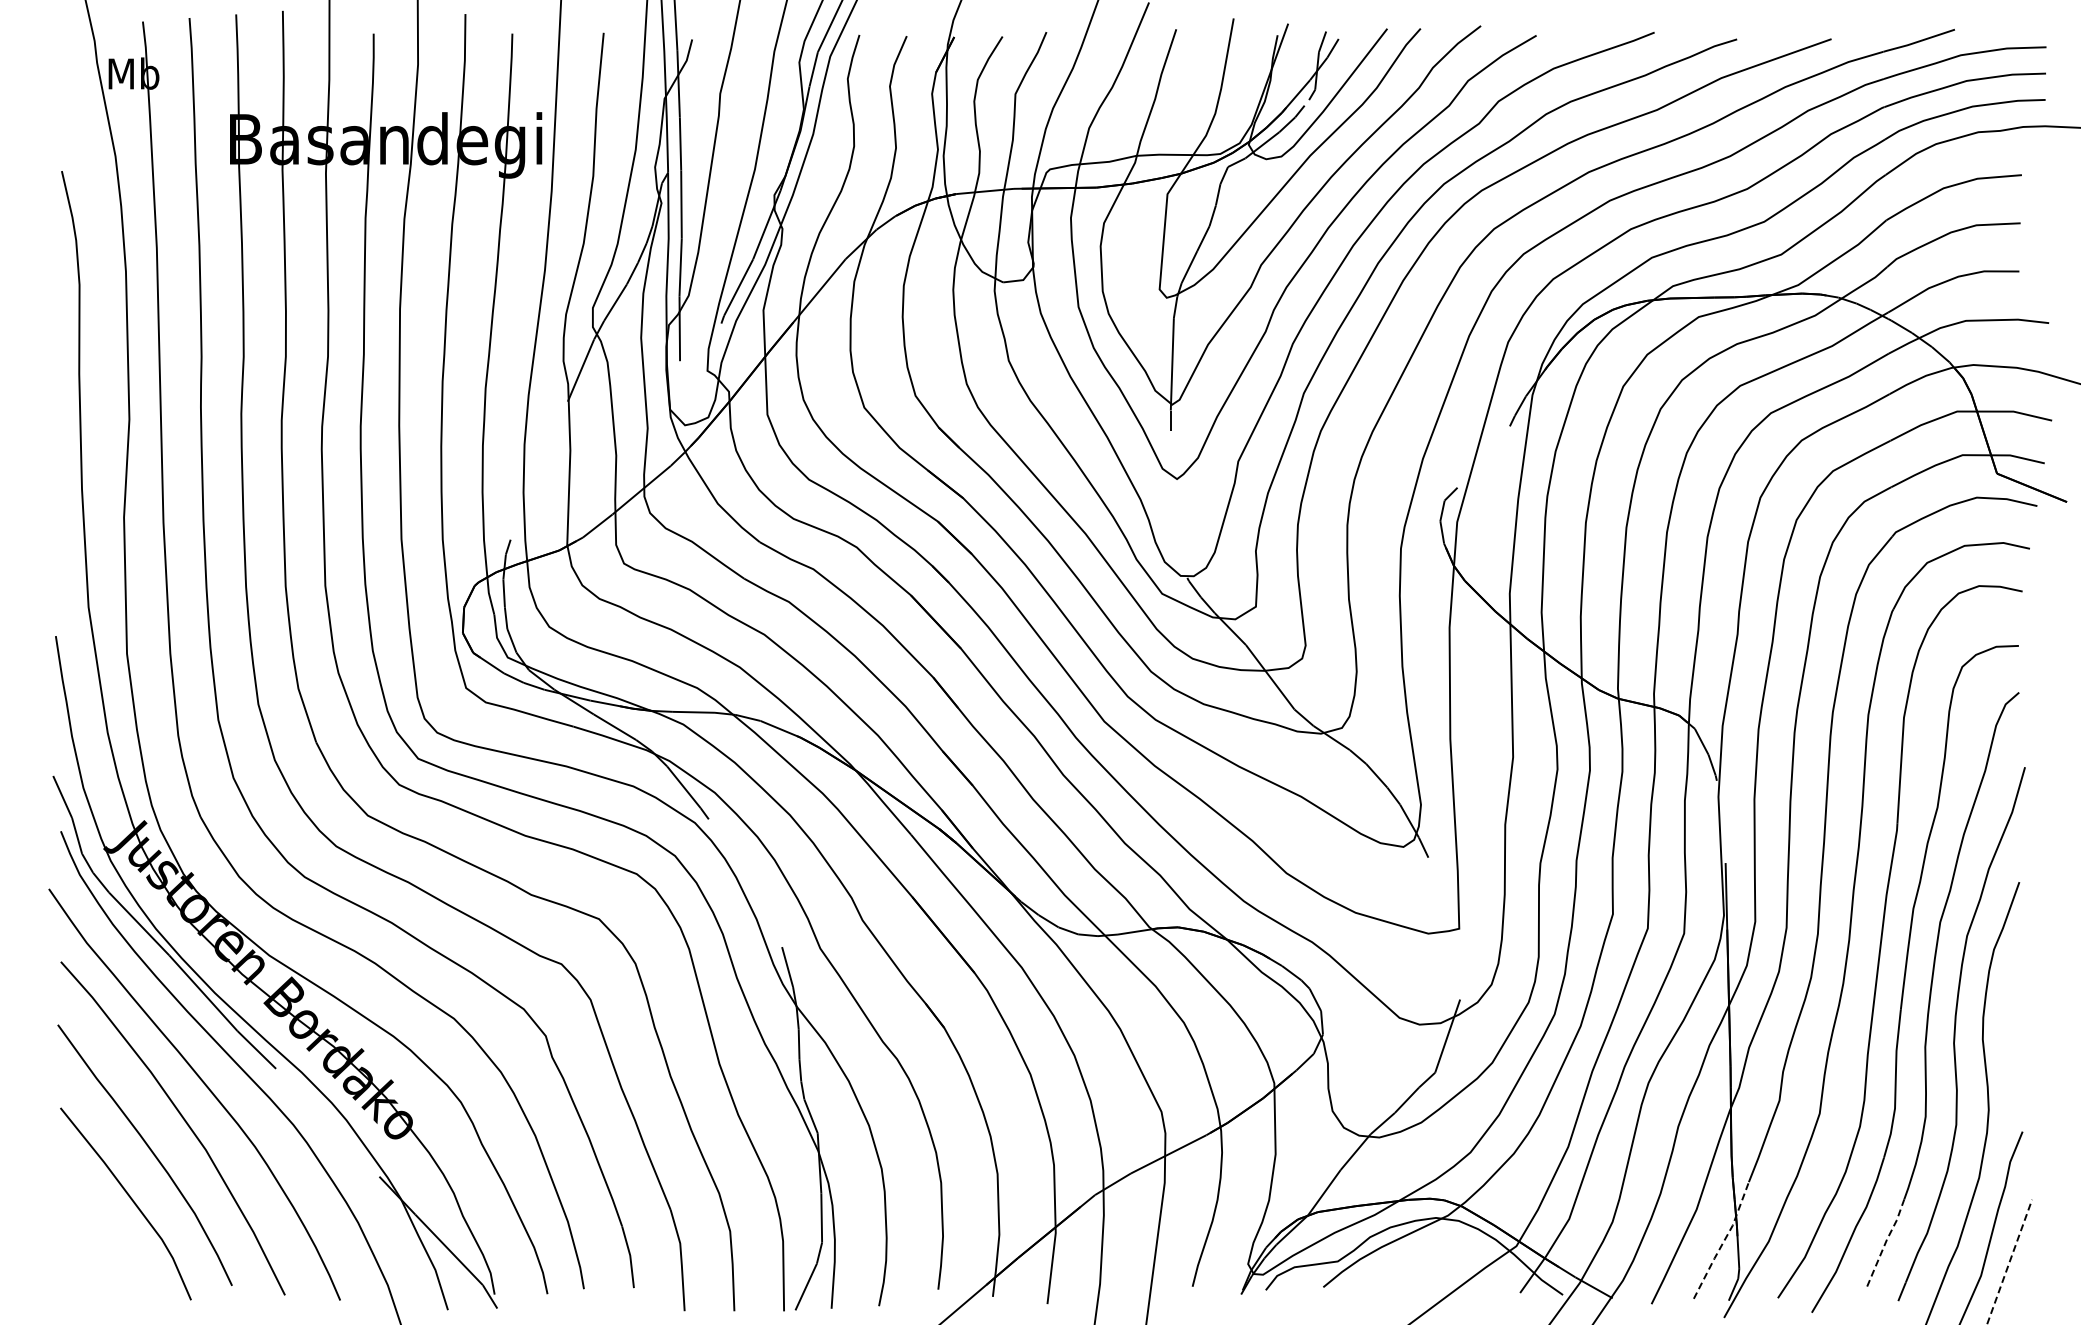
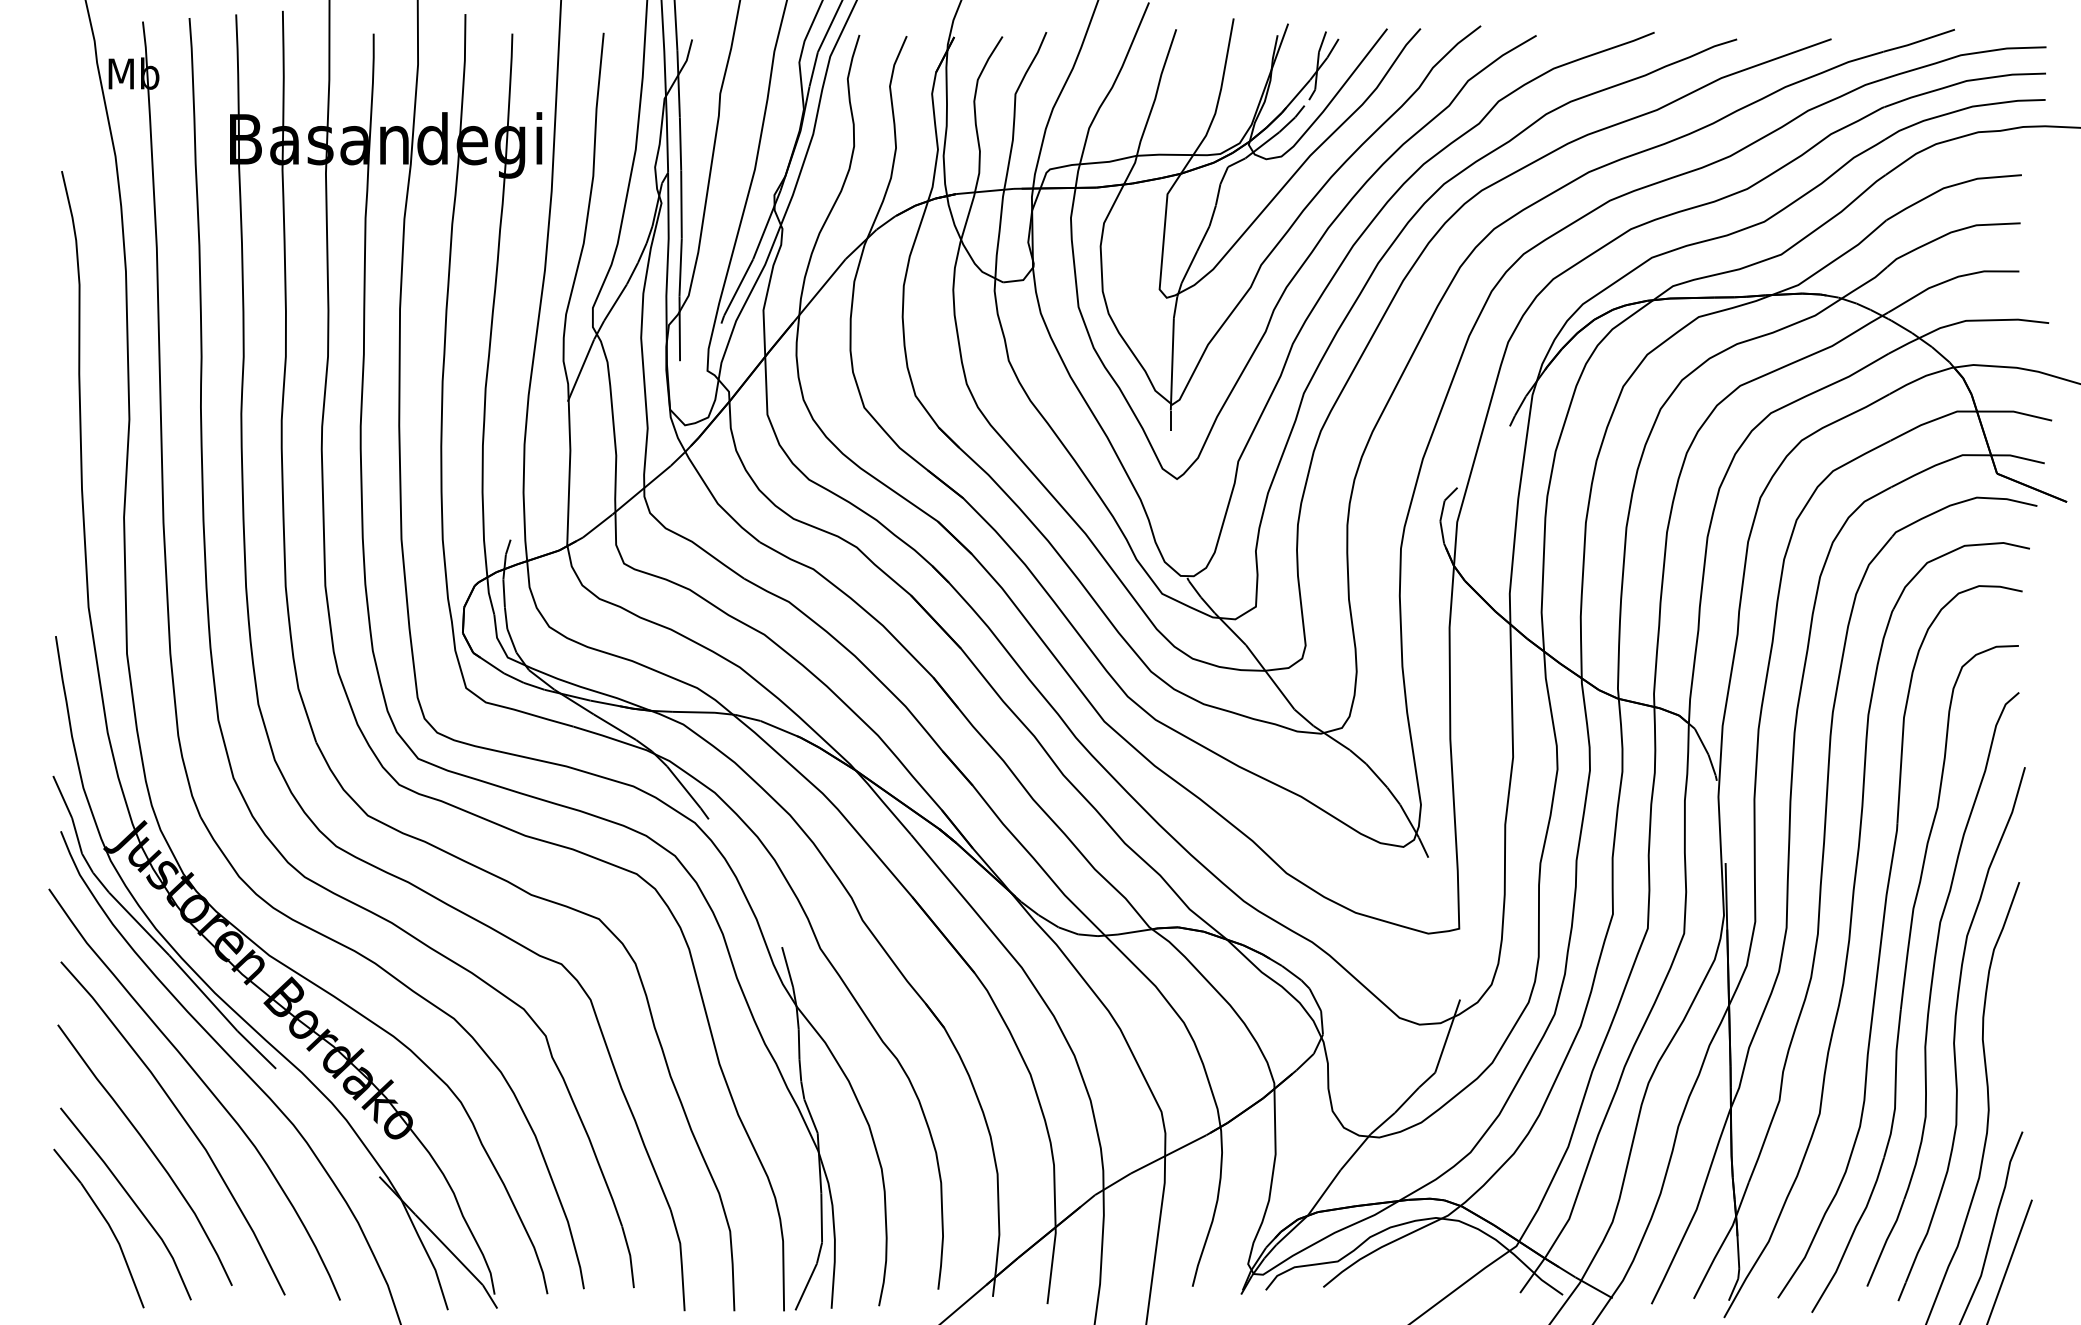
part at (107, 1224): none -> present
line at (1886, 1240): dashed -> solid
line at (1724, 1241): dashed -> solid
line at (2009, 1261): dashed -> solid
